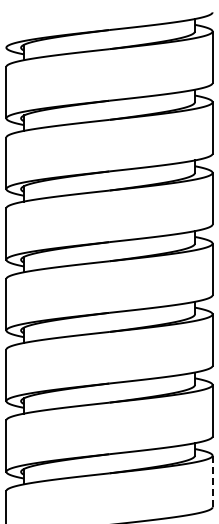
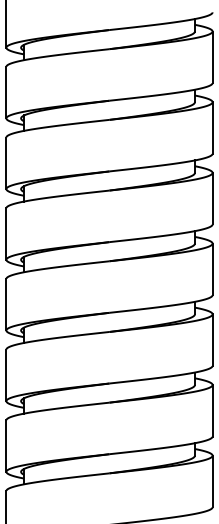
line at (6, 24): none -> present
line at (212, 481): dashed -> solid
